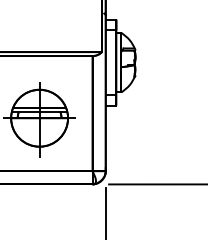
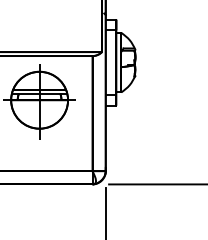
part at (39, 119) position: (39, 119) -> (39, 101)
